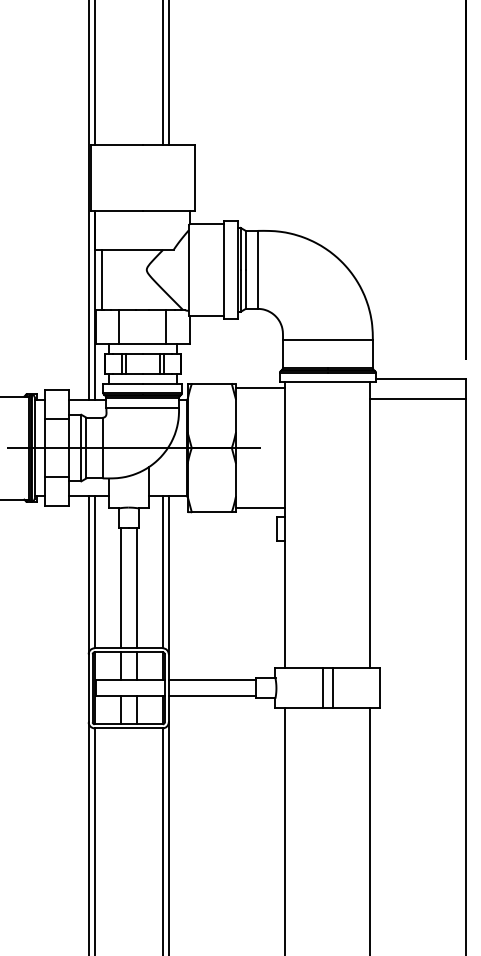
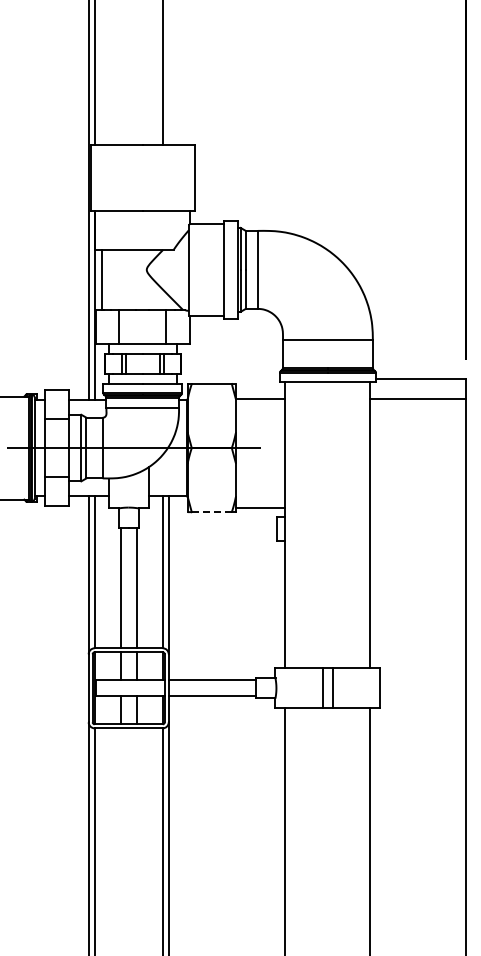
line at (168, 73): present -> none
line at (260, 387) position: (260, 387) -> (260, 398)
line at (212, 512): solid -> dashed
